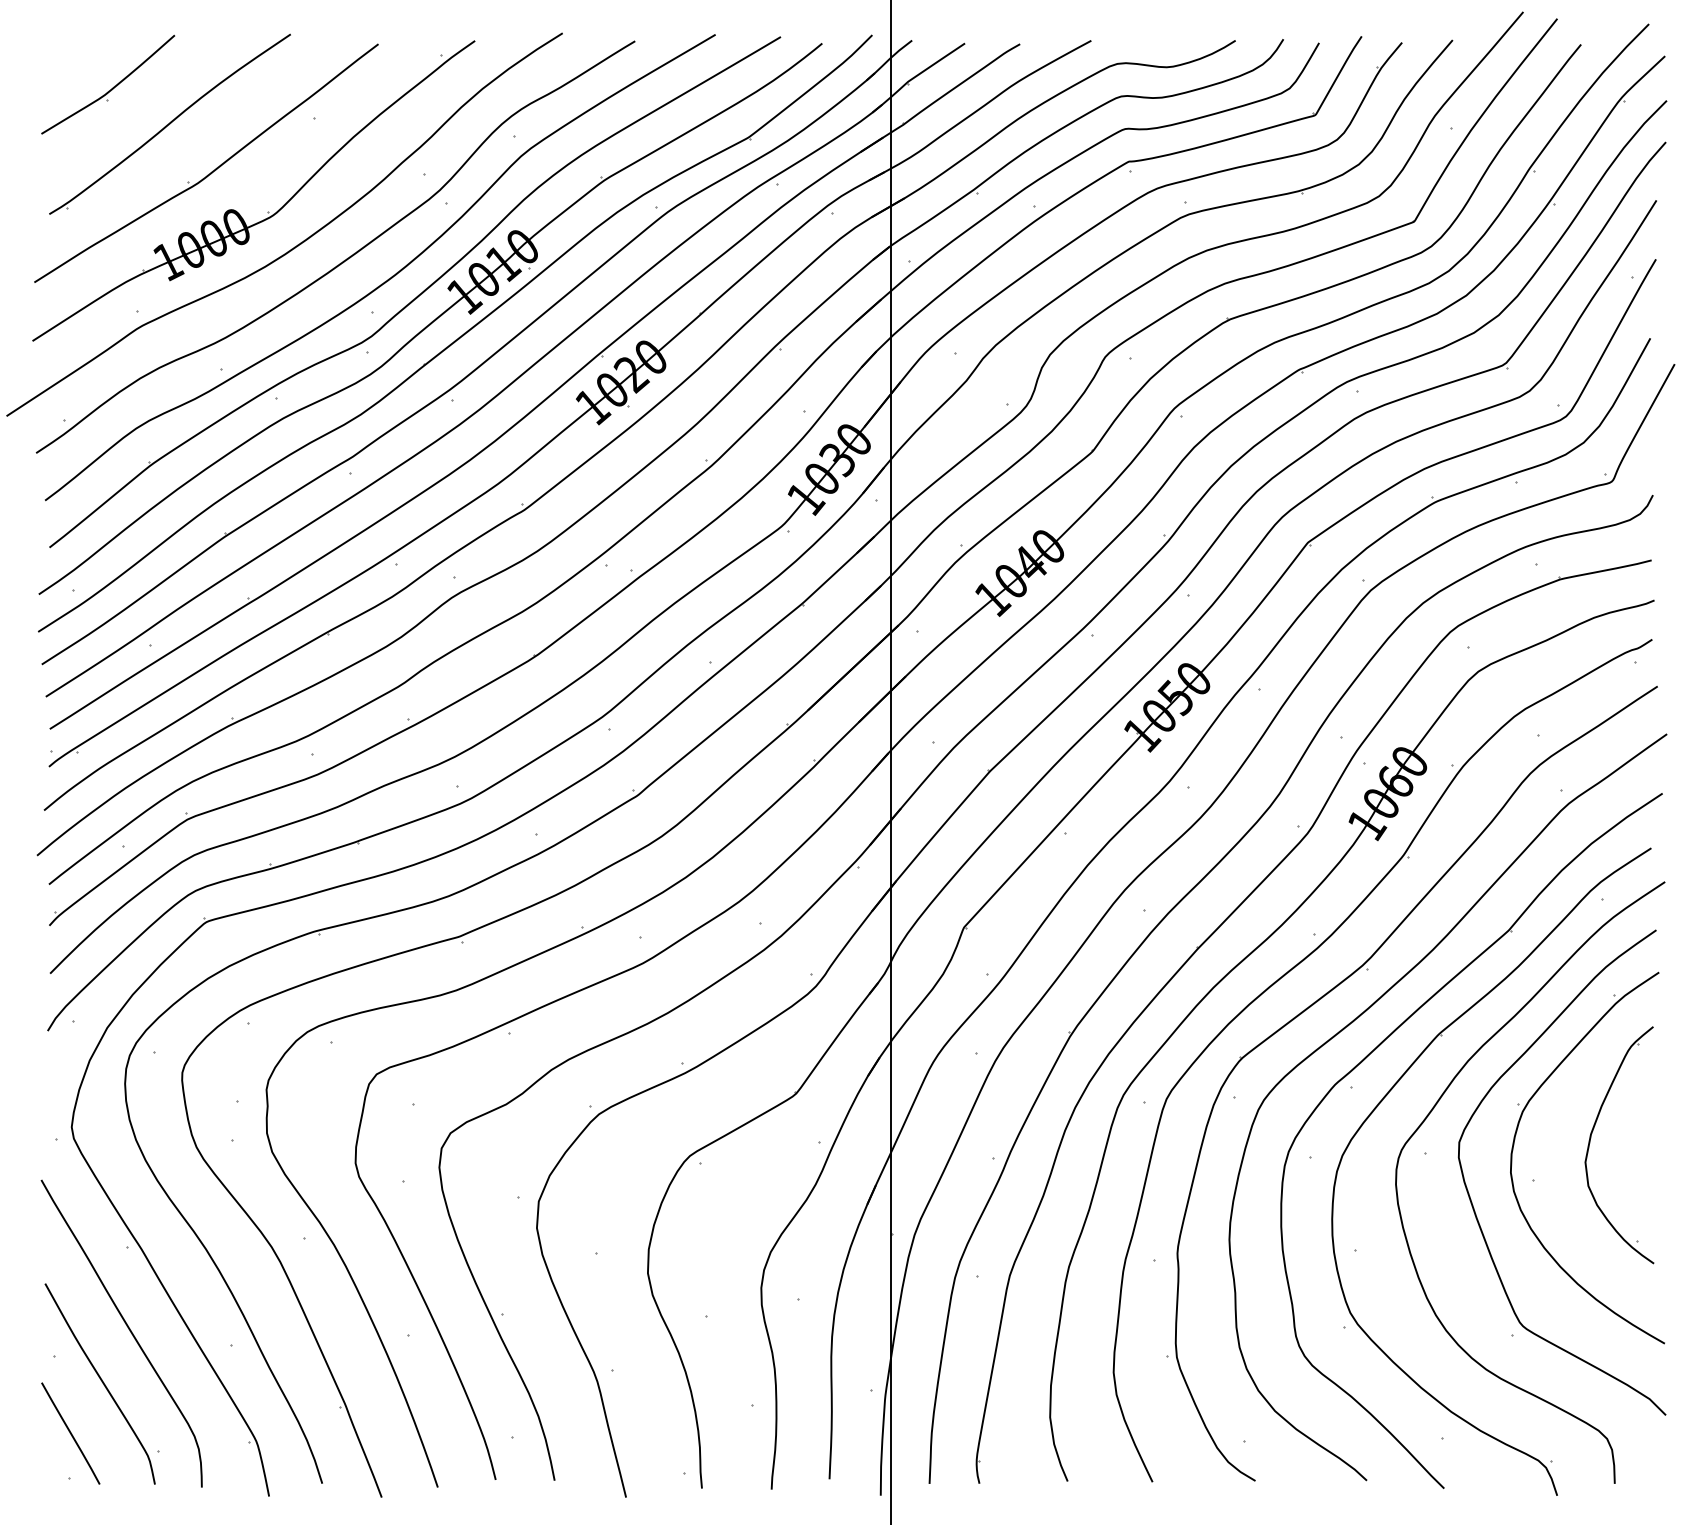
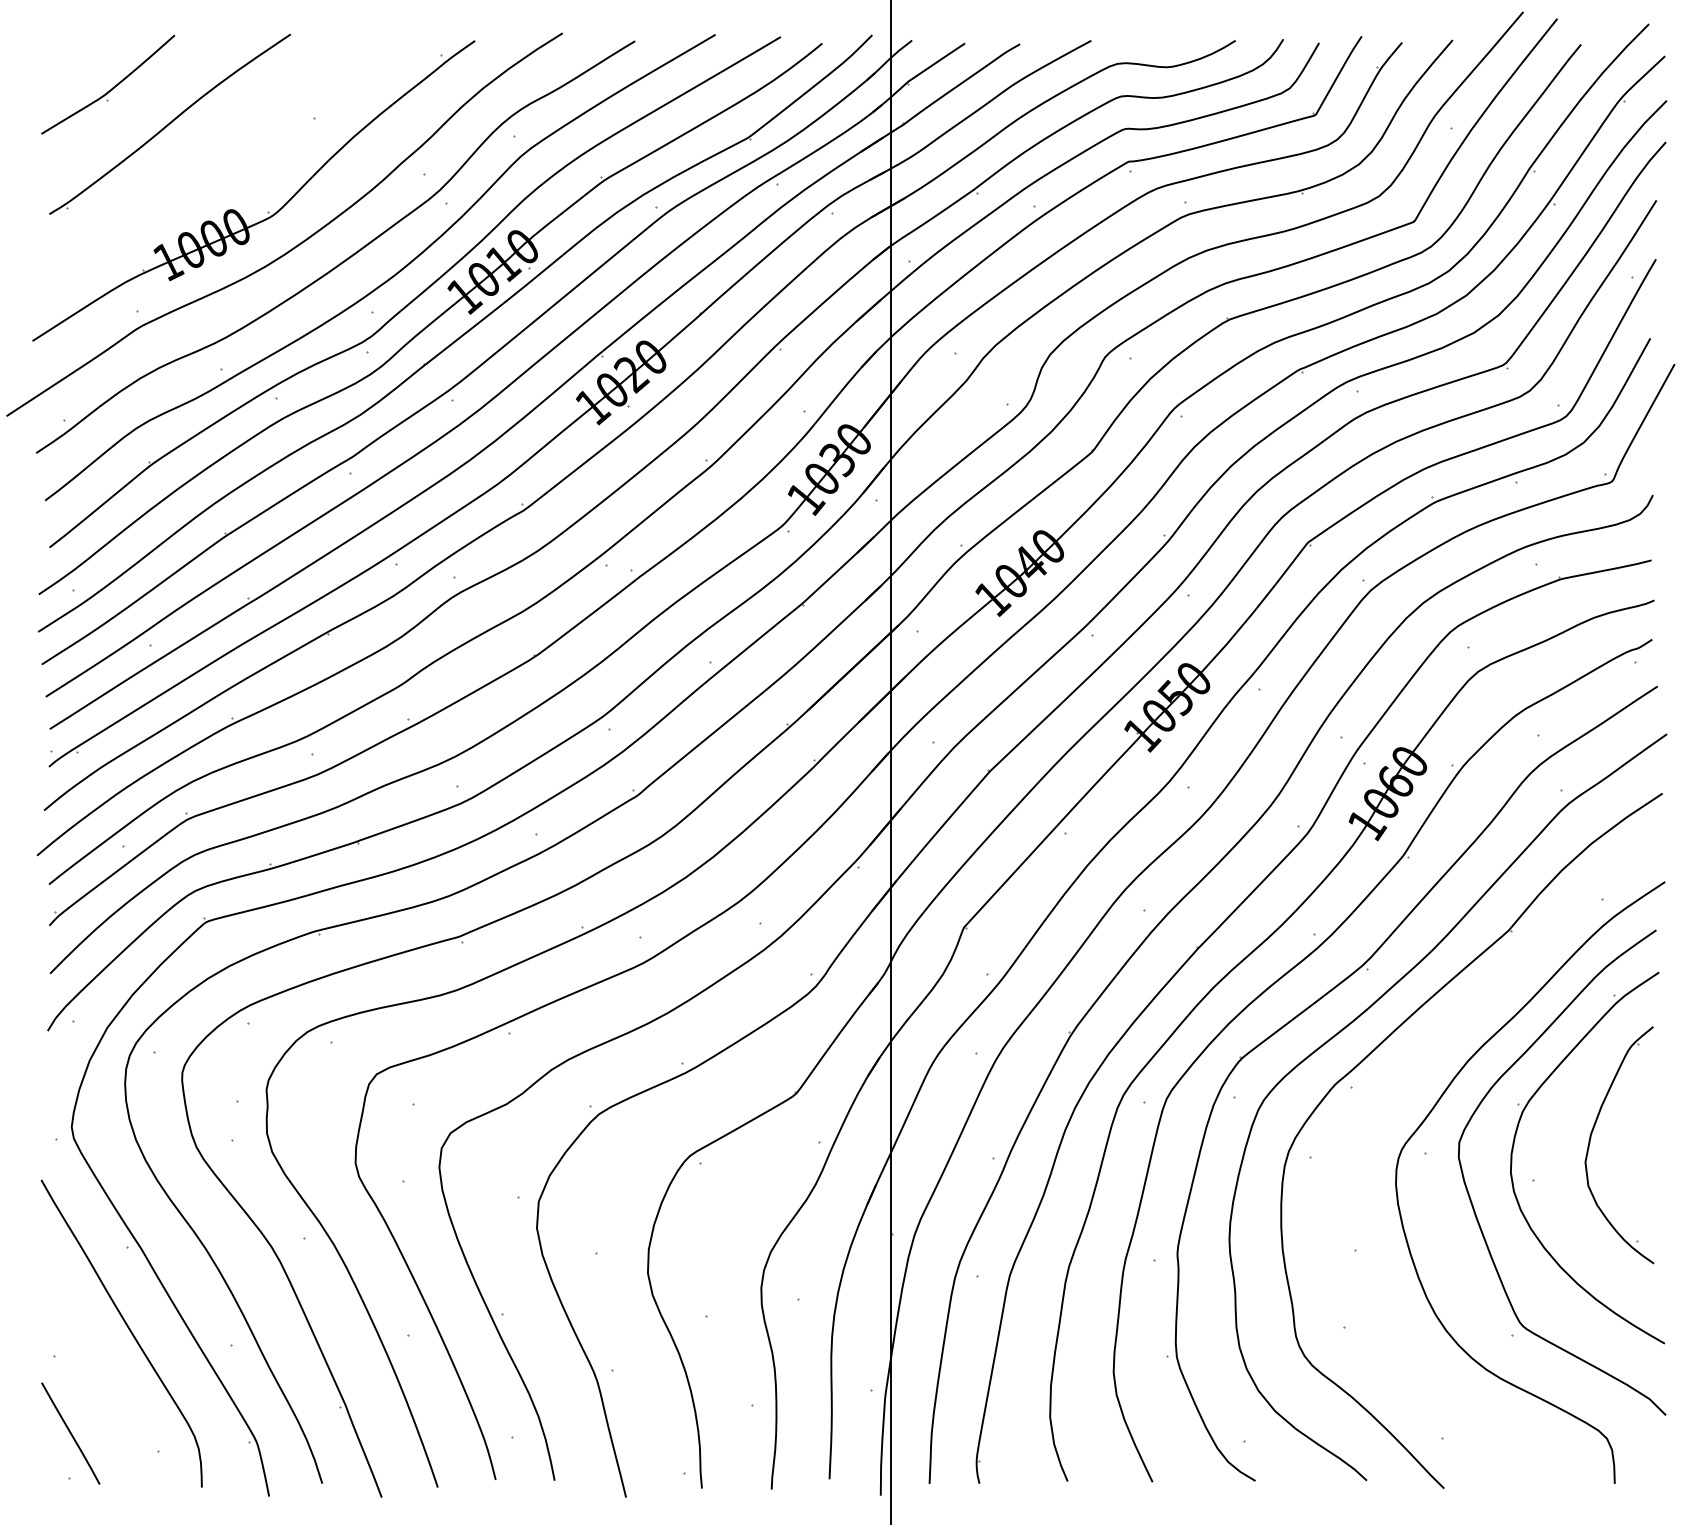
part at (212, 170): present -> none
part at (1393, 1088): present -> none
curve at (101, 1381): present -> none
